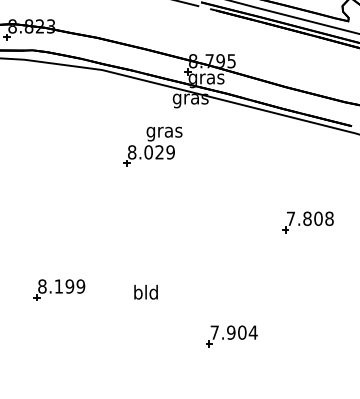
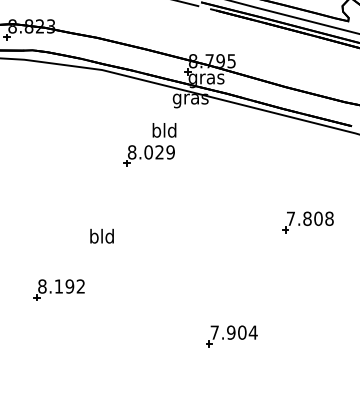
text at (164, 132): gras -> bld
text at (80, 286): 8.199 -> 8.192
text at (145, 291) position: (145, 291) -> (101, 235)
